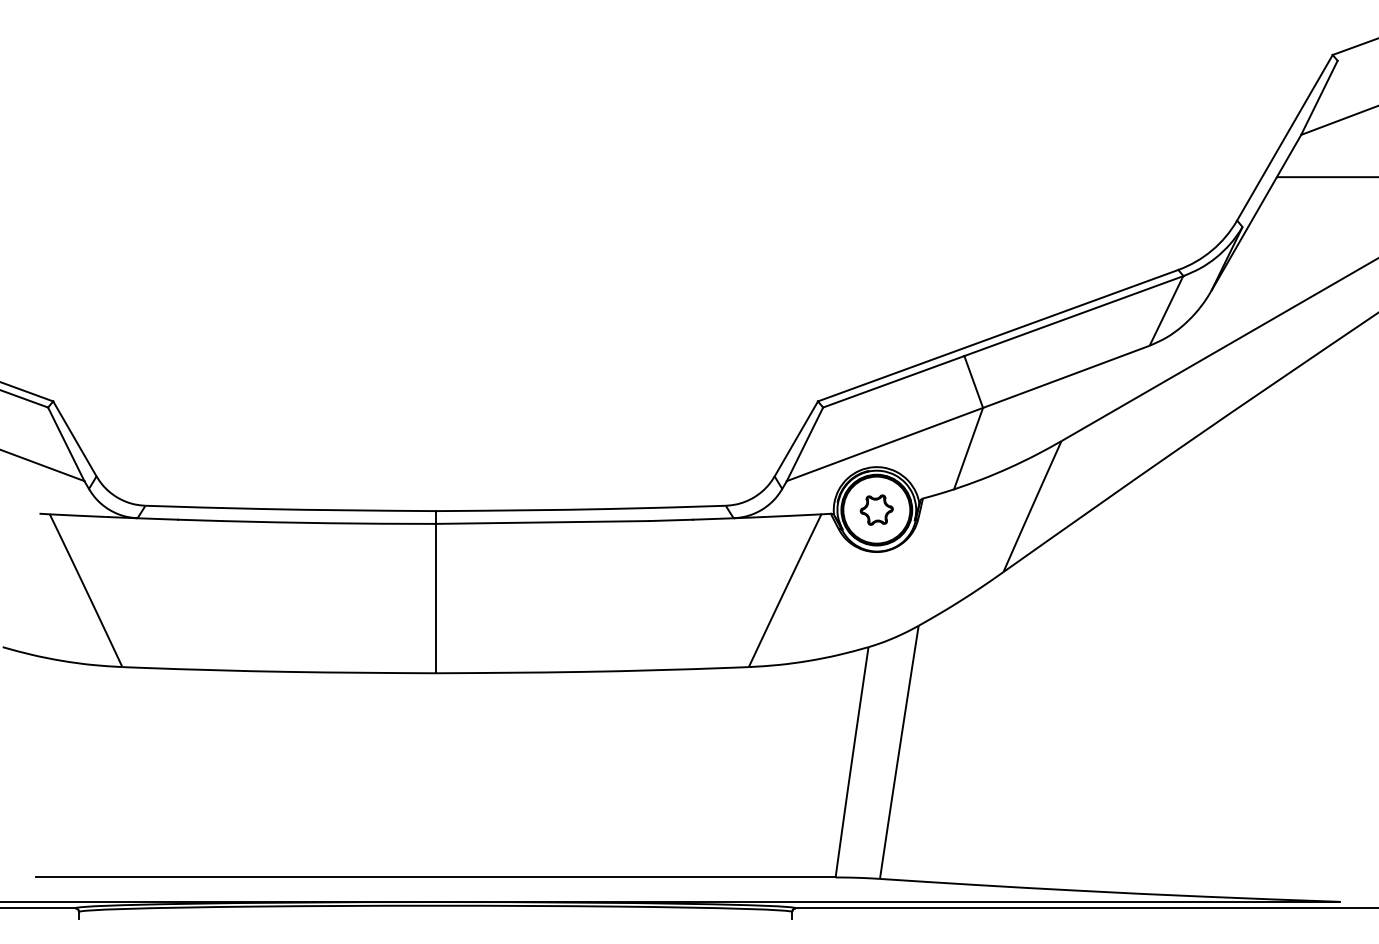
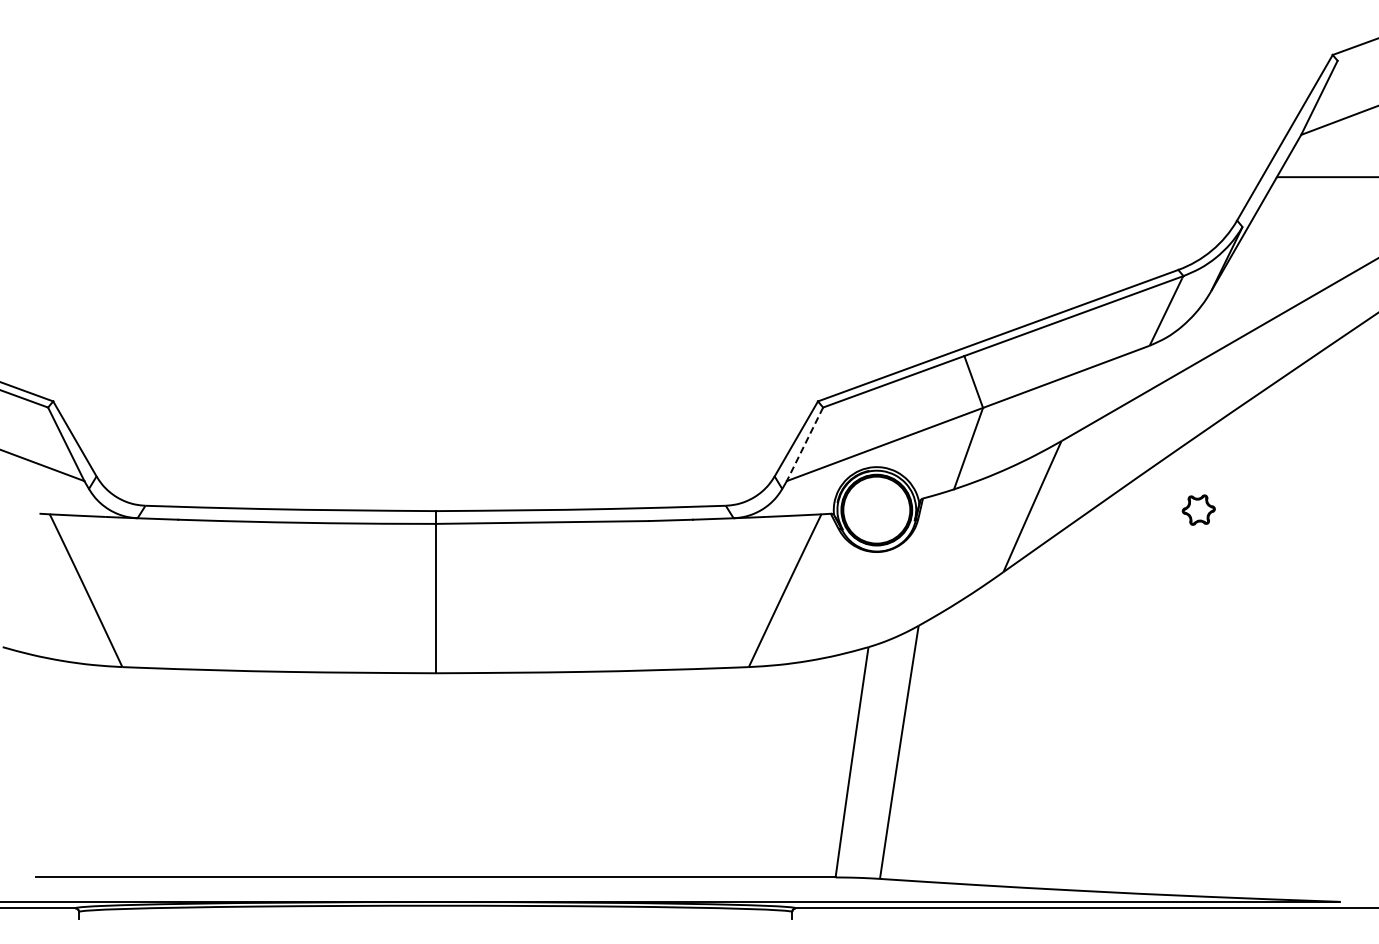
line at (804, 444): solid -> dashed
part at (876, 509) position: (876, 509) -> (1198, 509)
